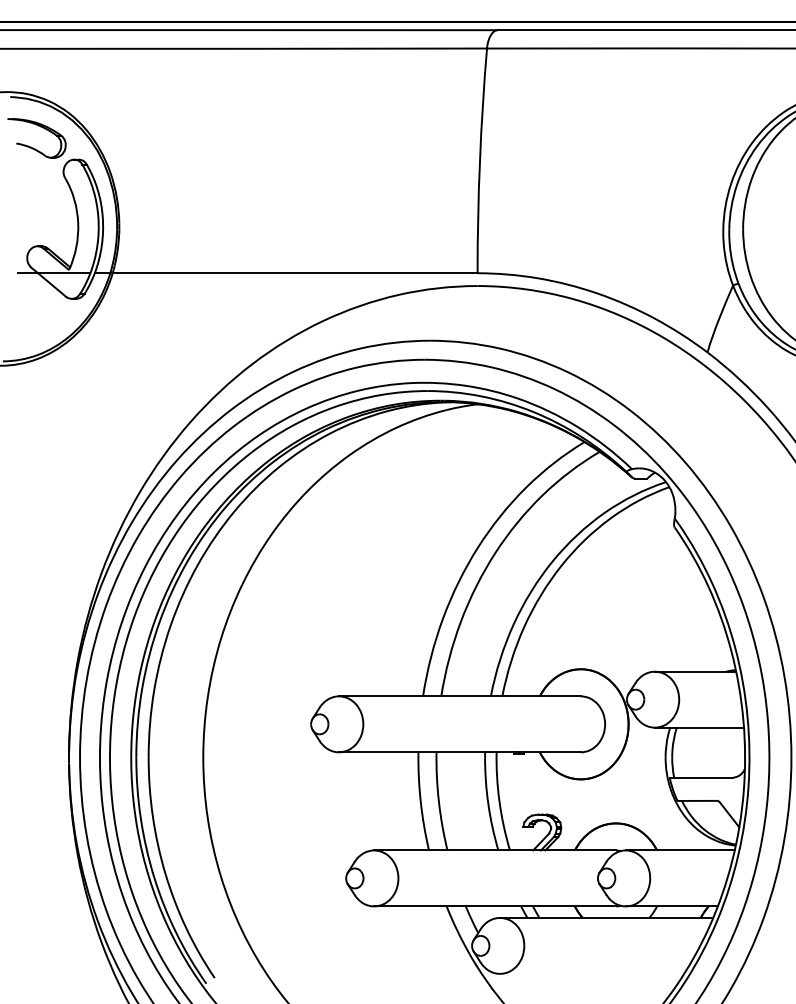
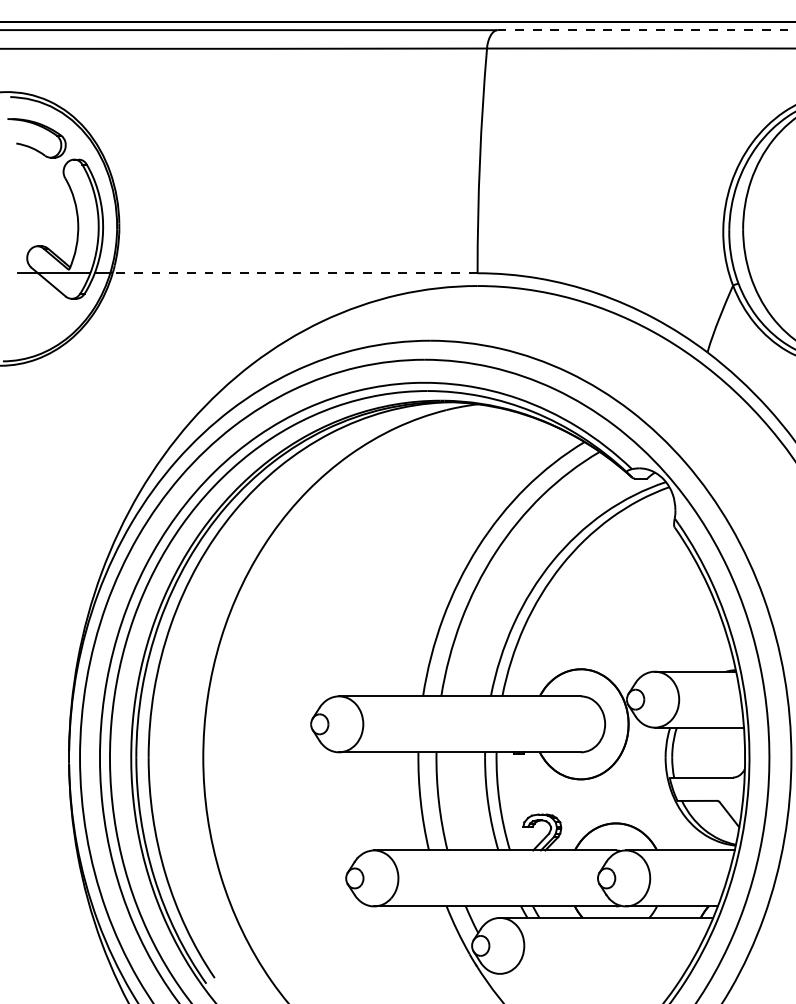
line at (646, 30): solid -> dashed
line at (294, 273): solid -> dashed
